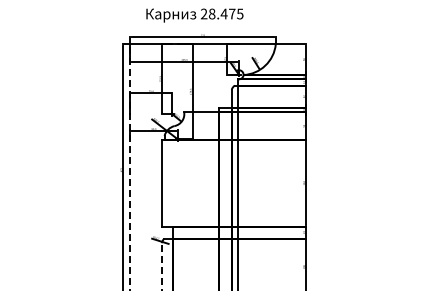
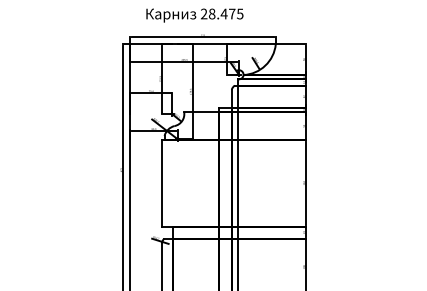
line at (130, 167): dashed -> solid
line at (161, 267): dashed -> solid
